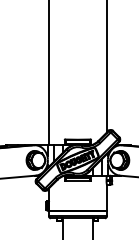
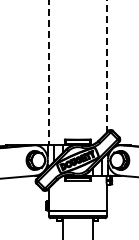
line at (106, 66): solid -> dashed
line at (48, 73): solid -> dashed
